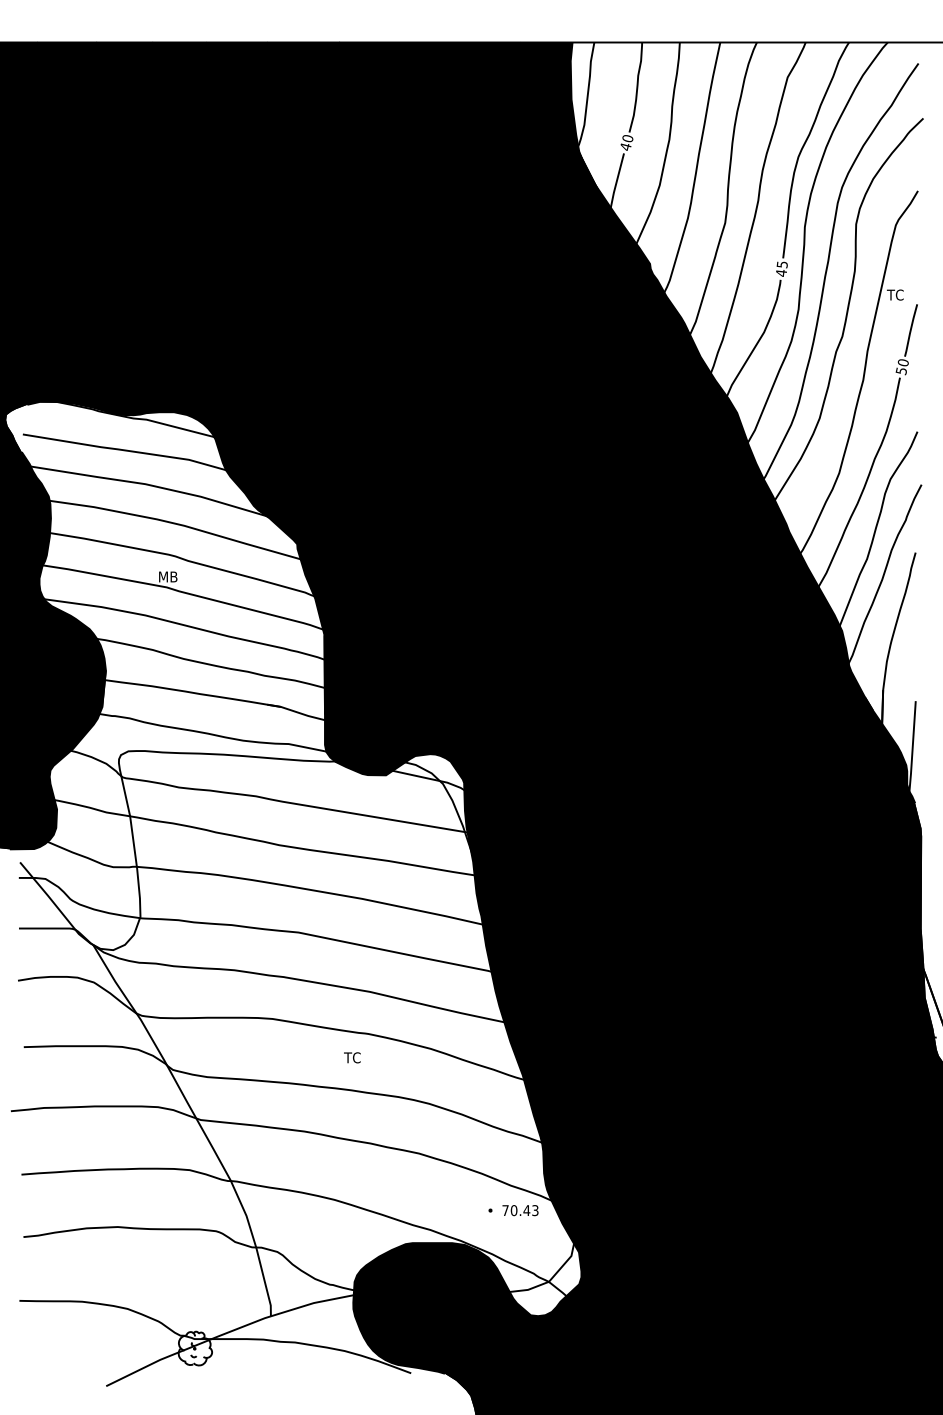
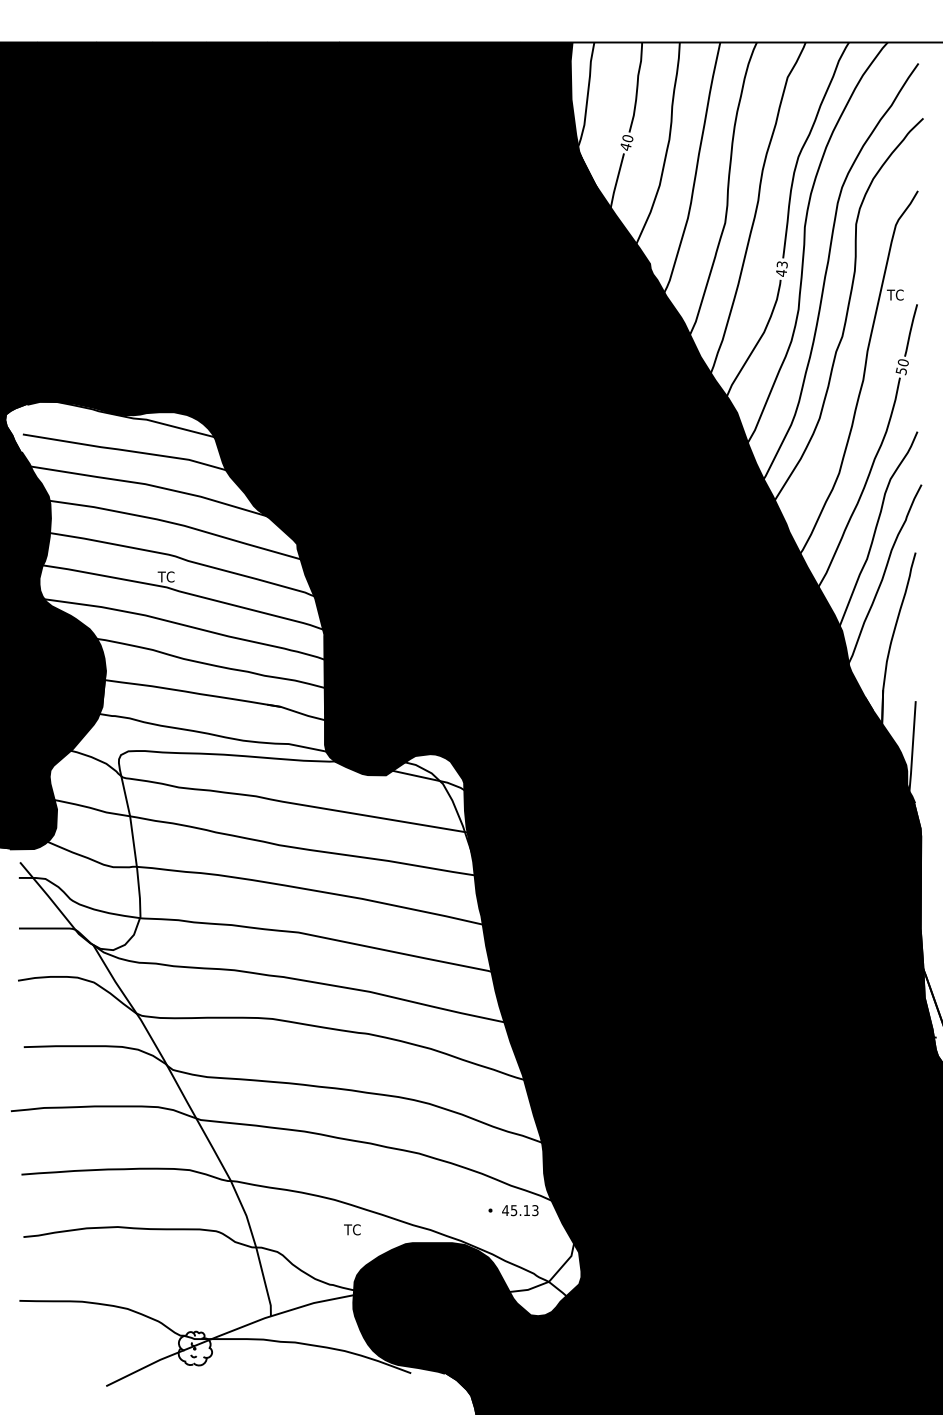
text at (781, 264): 45 -> 43
text at (167, 576): MB -> TC
text at (352, 1057) position: (352, 1057) -> (352, 1229)
text at (516, 1210): 70.43 -> 45.13
